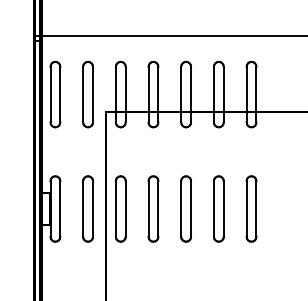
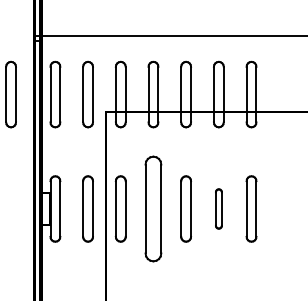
part at (10, 94): none -> present
part at (153, 208) size: 13x68 px -> 19x108 px
part at (218, 208) size: 12x68 px -> 8x42 px
